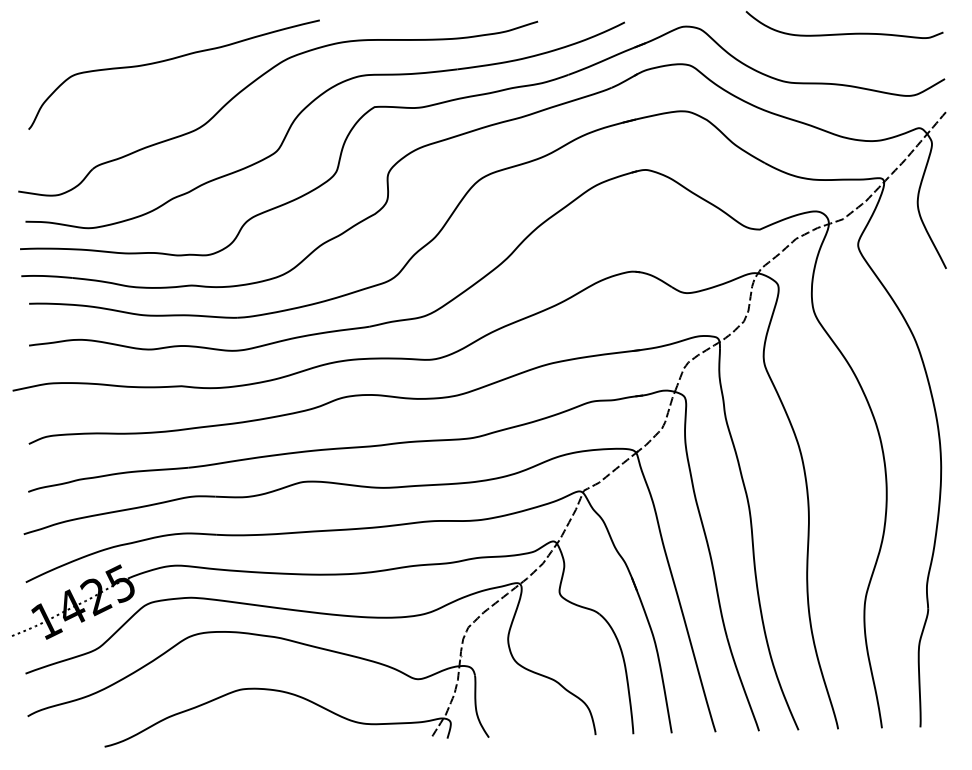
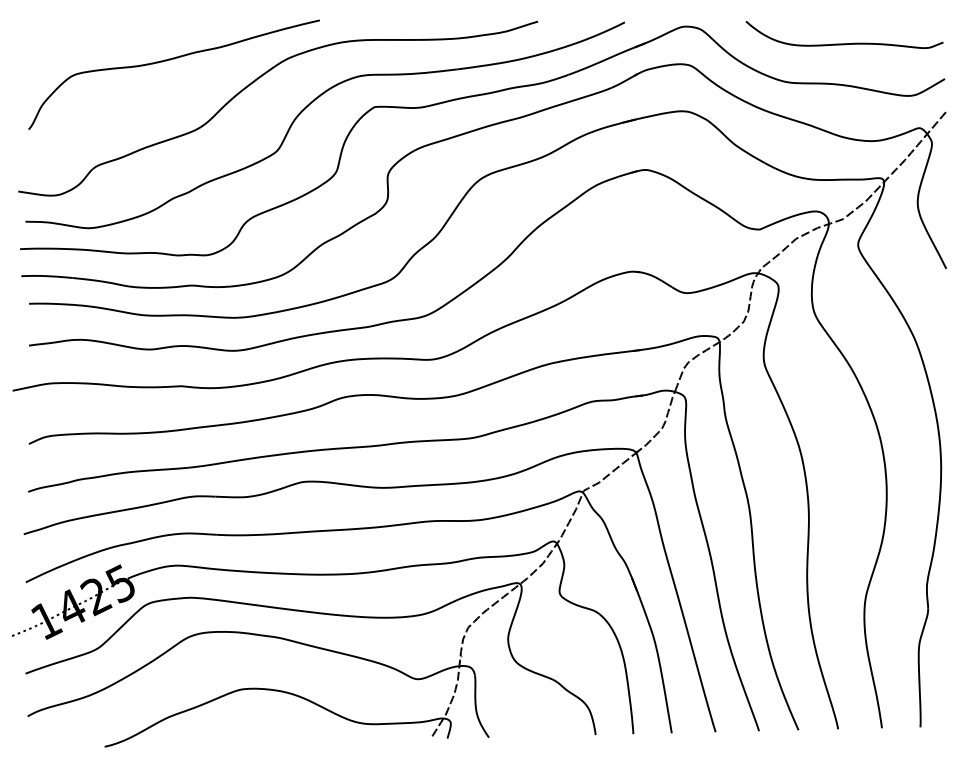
curve at (844, 33) position: (844, 33) -> (844, 43)
